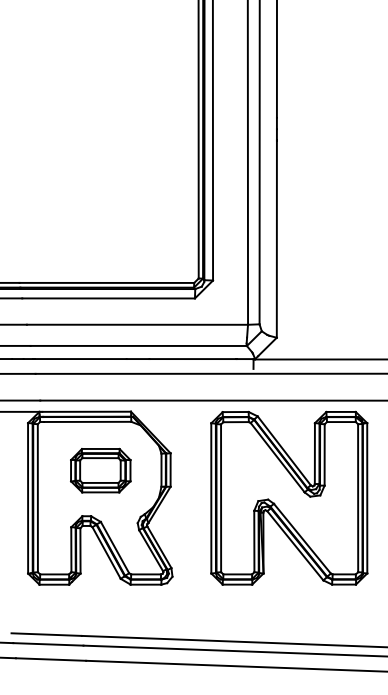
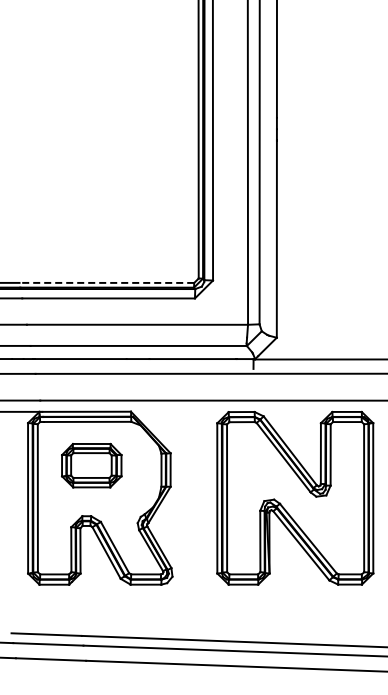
line at (106, 282): solid -> dashed
part at (100, 470) position: (100, 470) -> (91, 465)
part at (289, 497) position: (289, 497) -> (295, 497)
